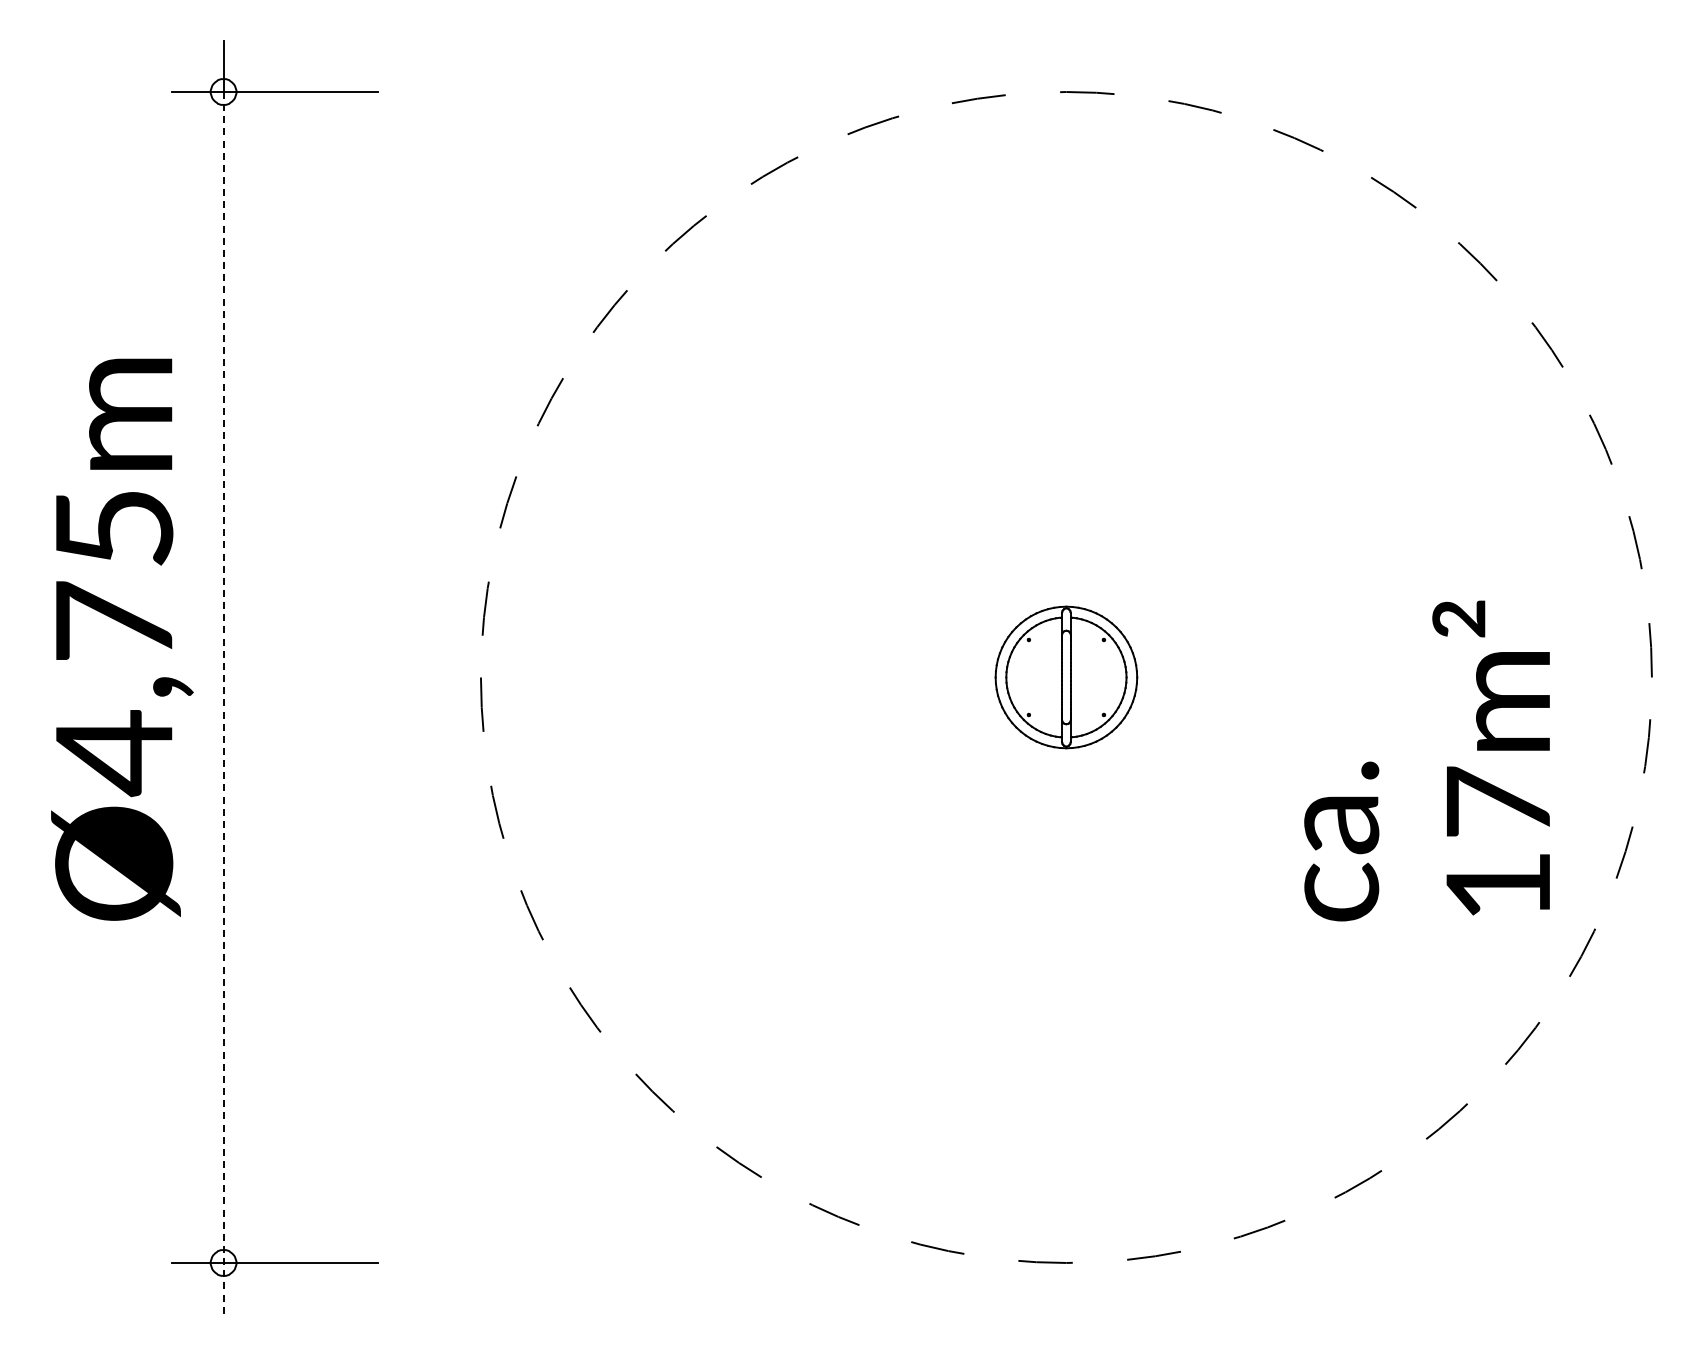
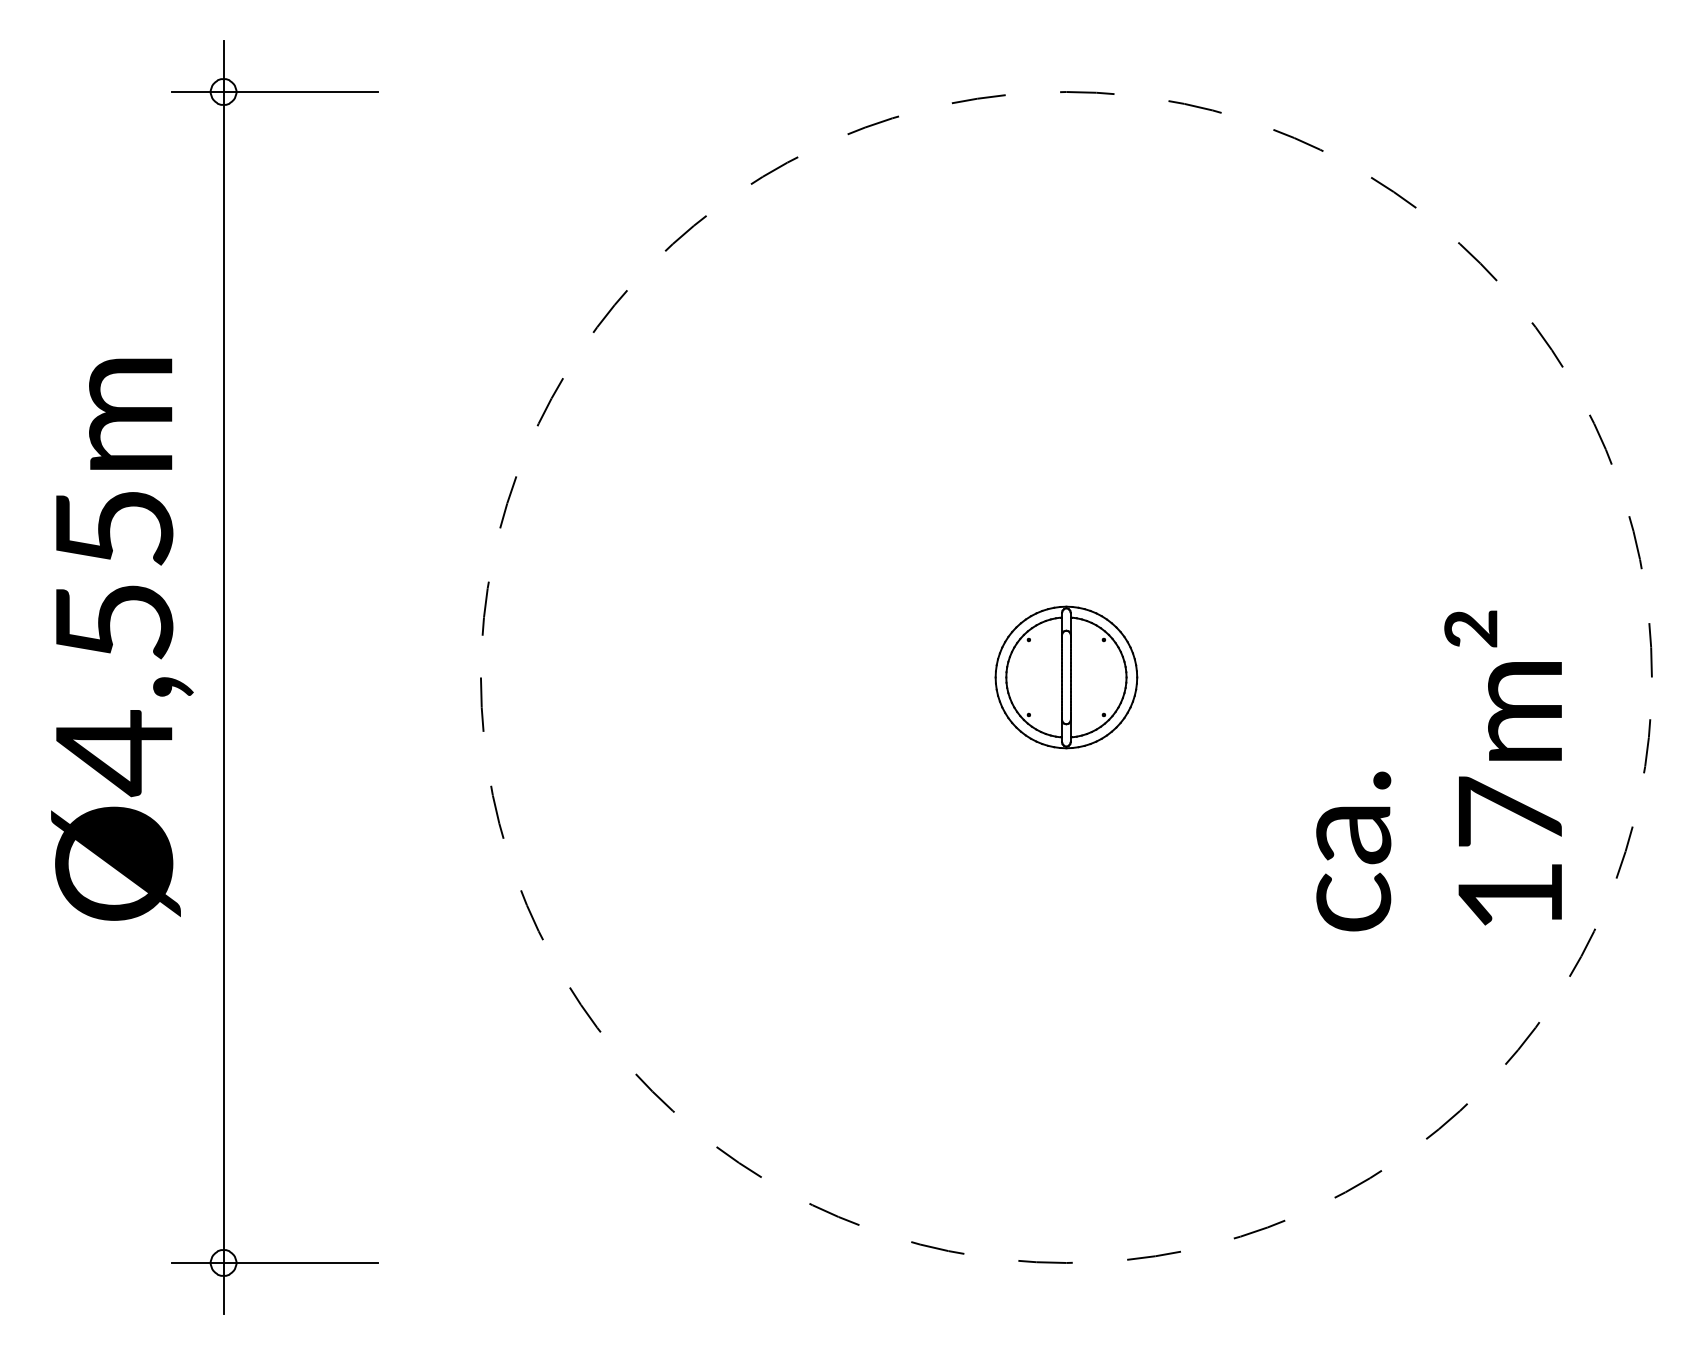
text at (114, 620): Ø4,75m -> Ø4,55m
line at (223, 703): dashed -> solid
text at (1426, 760) position: (1426, 760) -> (1438, 770)
